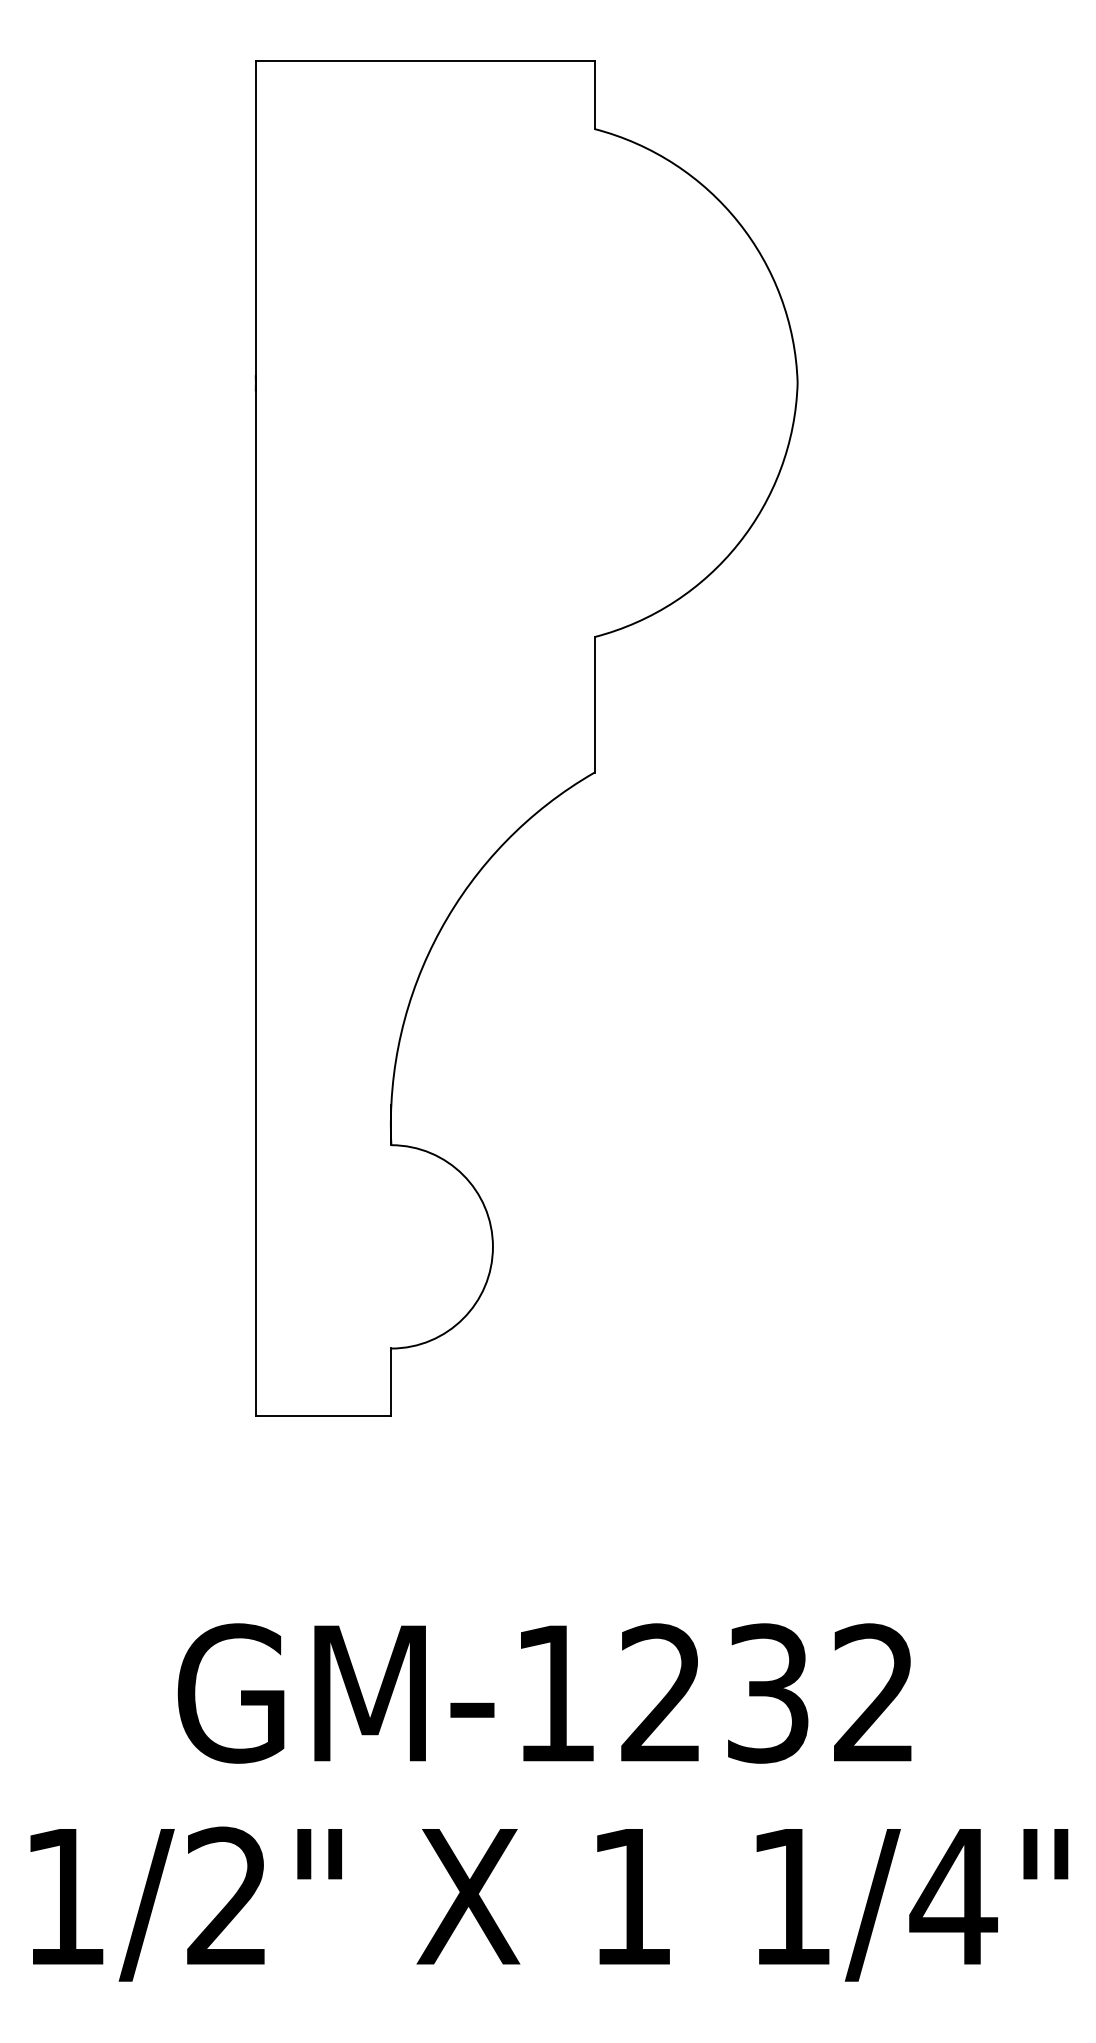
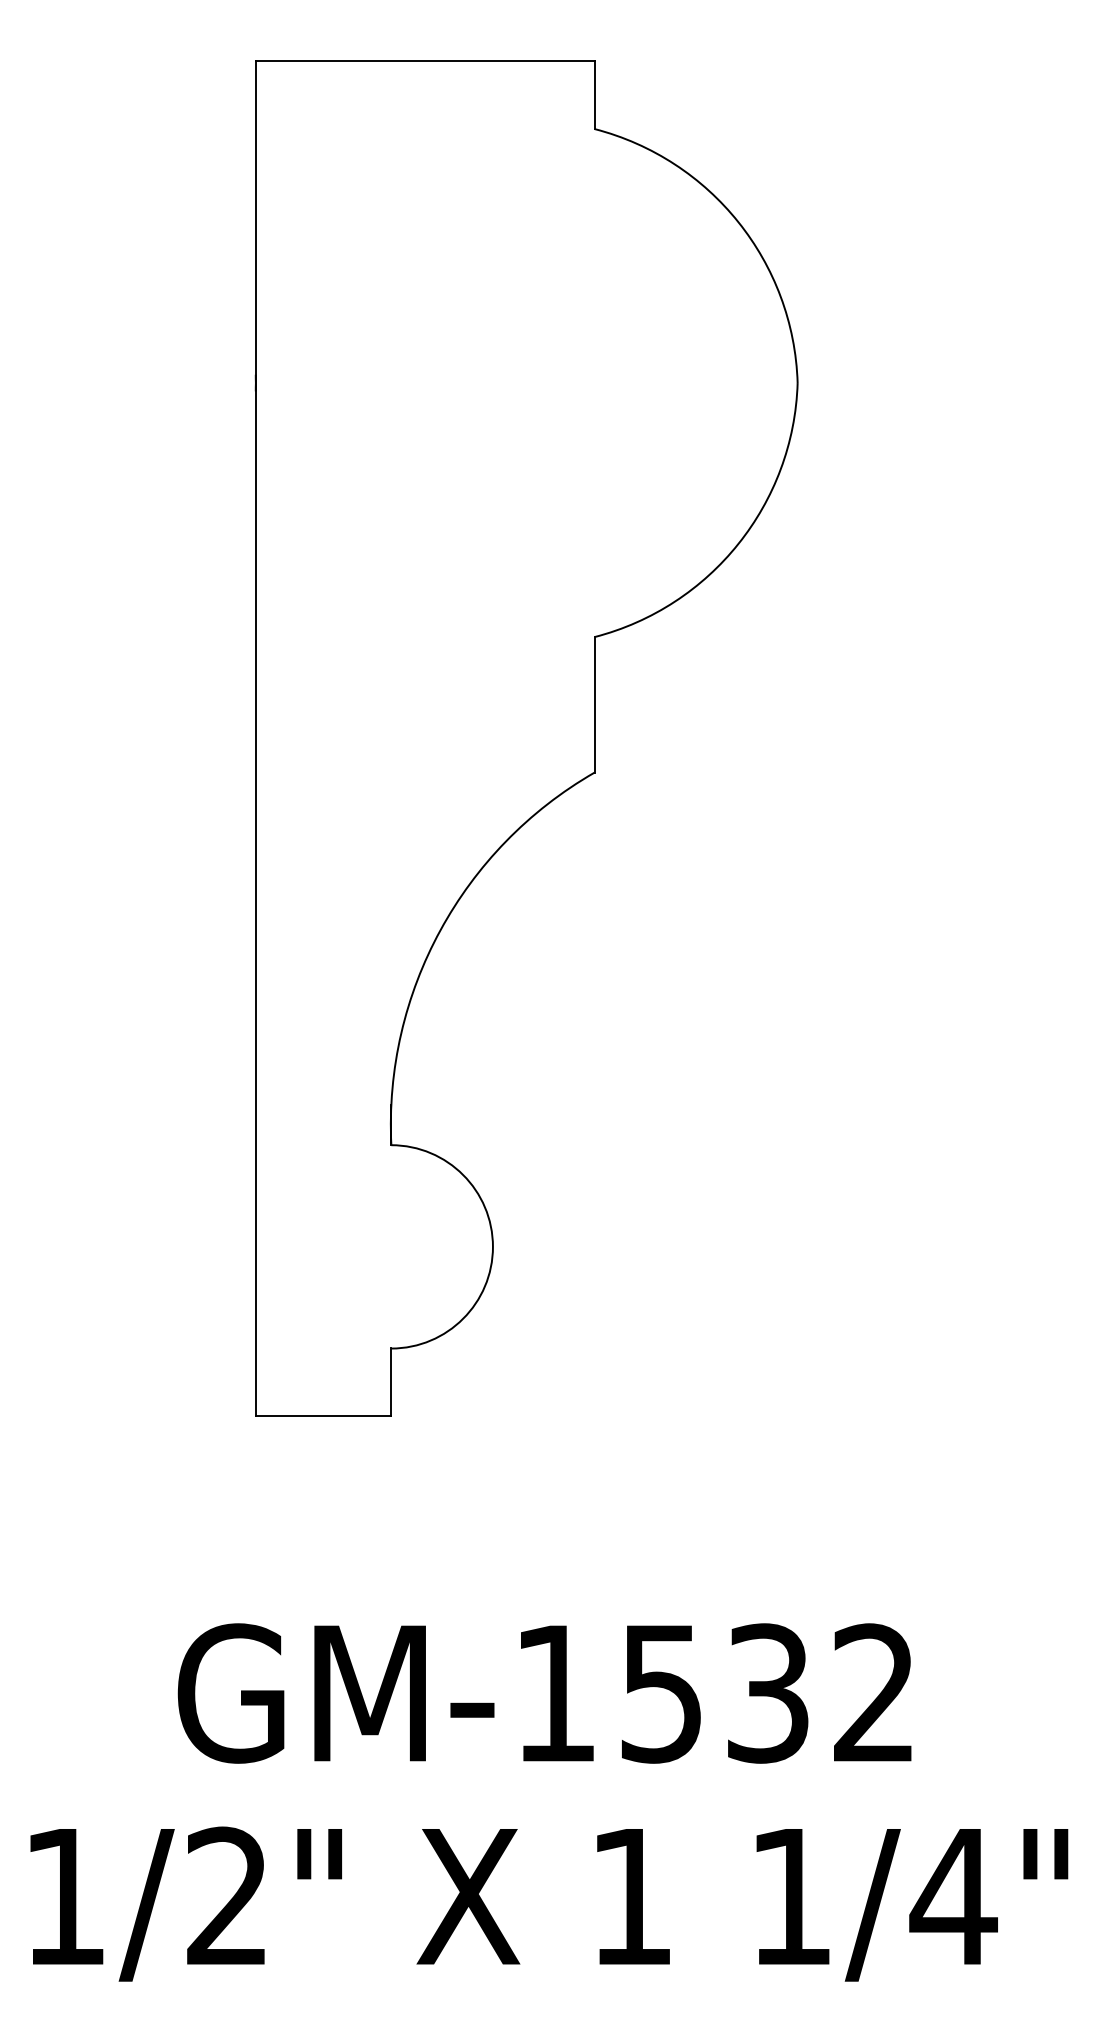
text at (660, 1693): GM-1232 -> GM-1532
